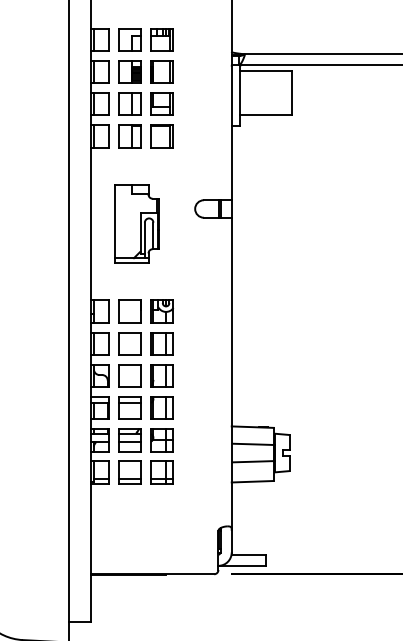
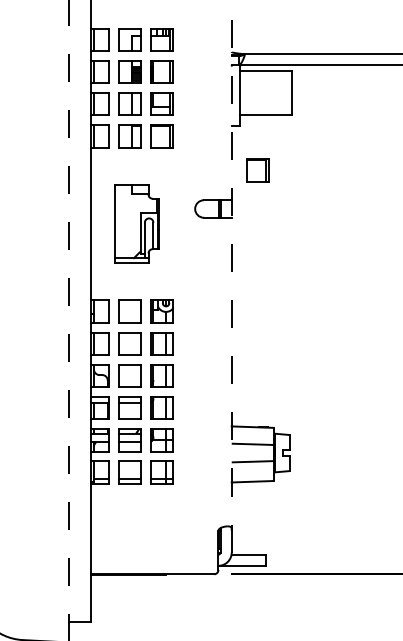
part at (257, 170): none -> present
line at (231, 275): solid -> dashed
line at (68, 320): solid -> dashed
